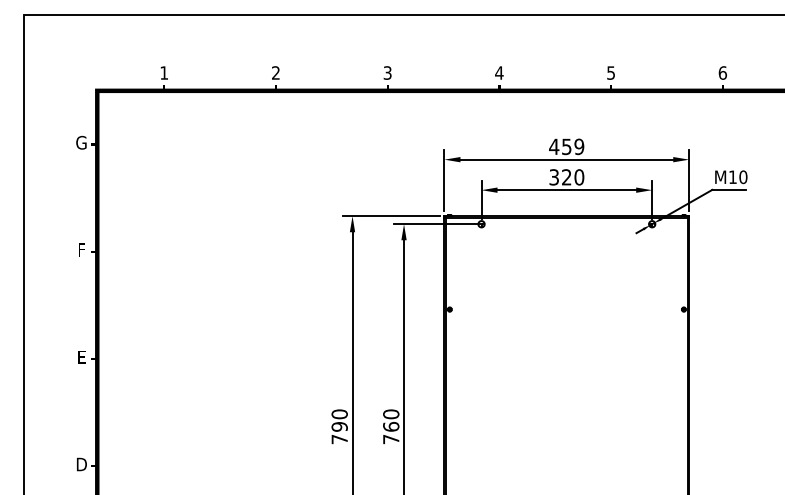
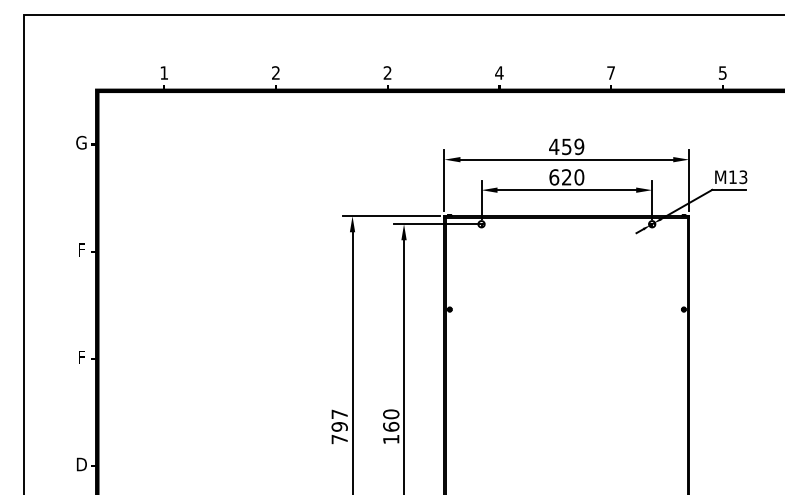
text at (387, 72): 3 -> 2
text at (610, 72): 5 -> 7
text at (722, 72): 6 -> 5
text at (554, 177): 320 -> 620
text at (743, 177): M10 -> M13
text at (81, 357): E -> F
text at (339, 414): 790 -> 797
text at (391, 439): 760 -> 160
